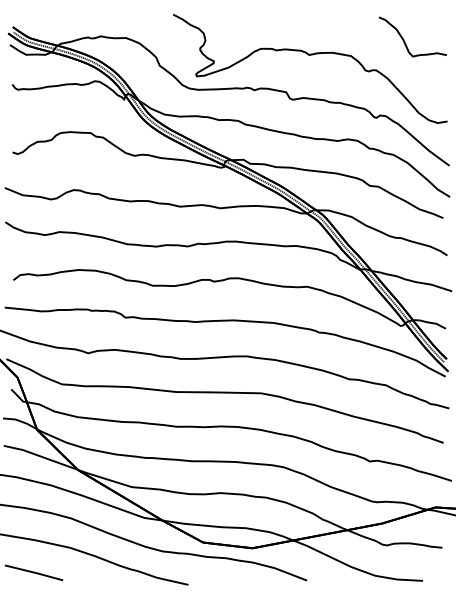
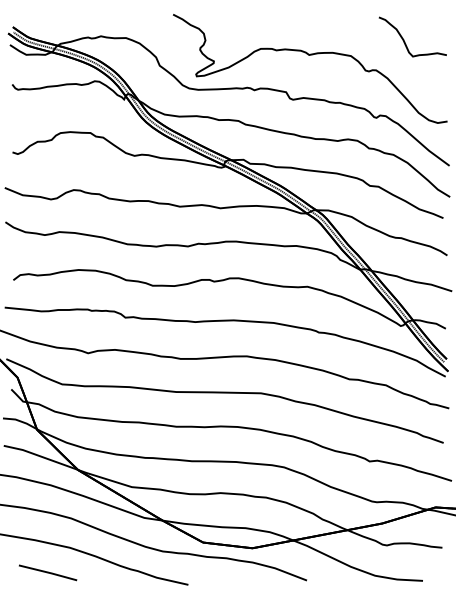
line at (34, 572) position: (34, 572) -> (48, 572)
